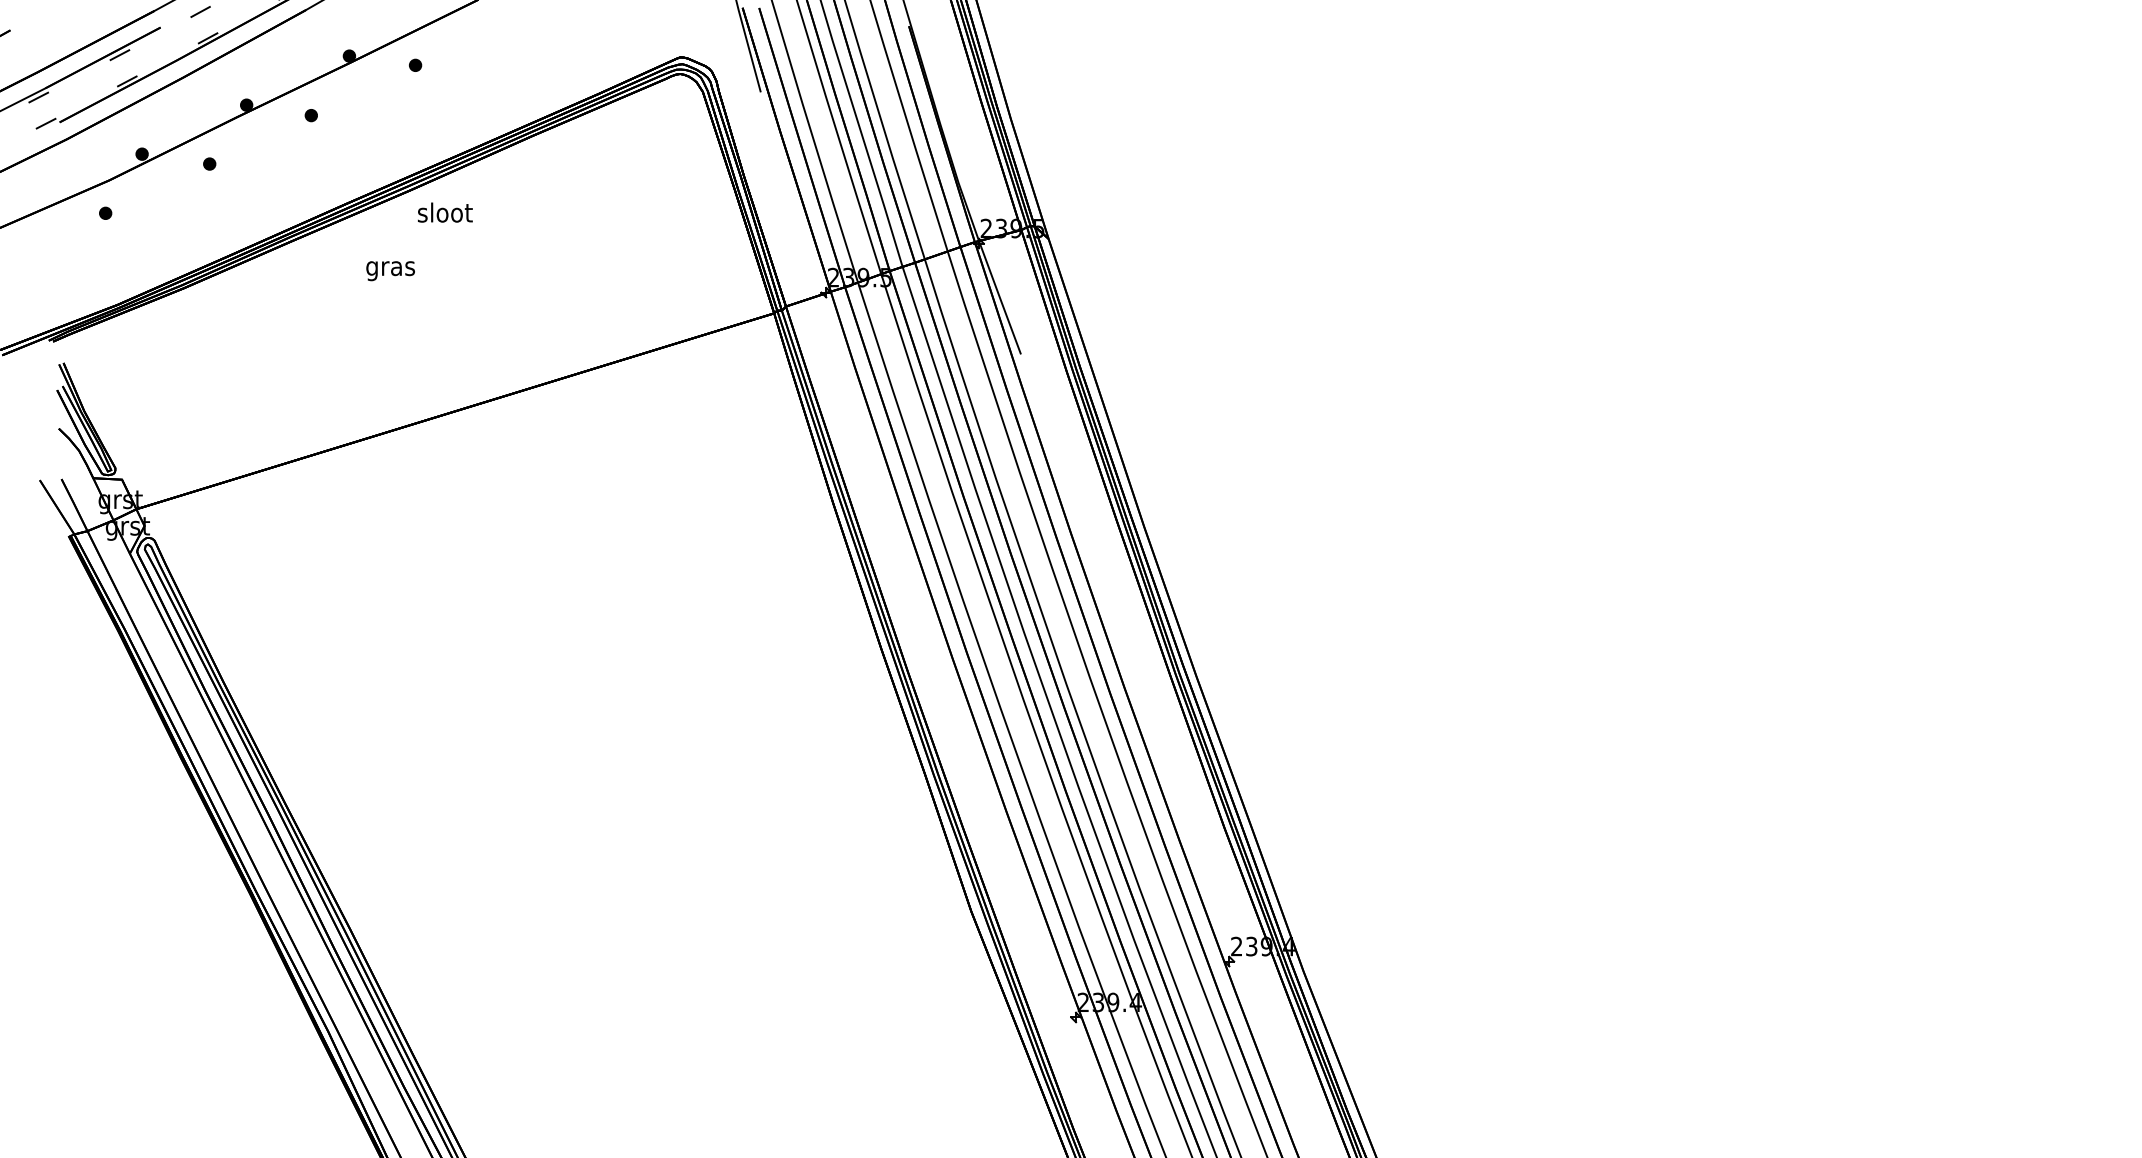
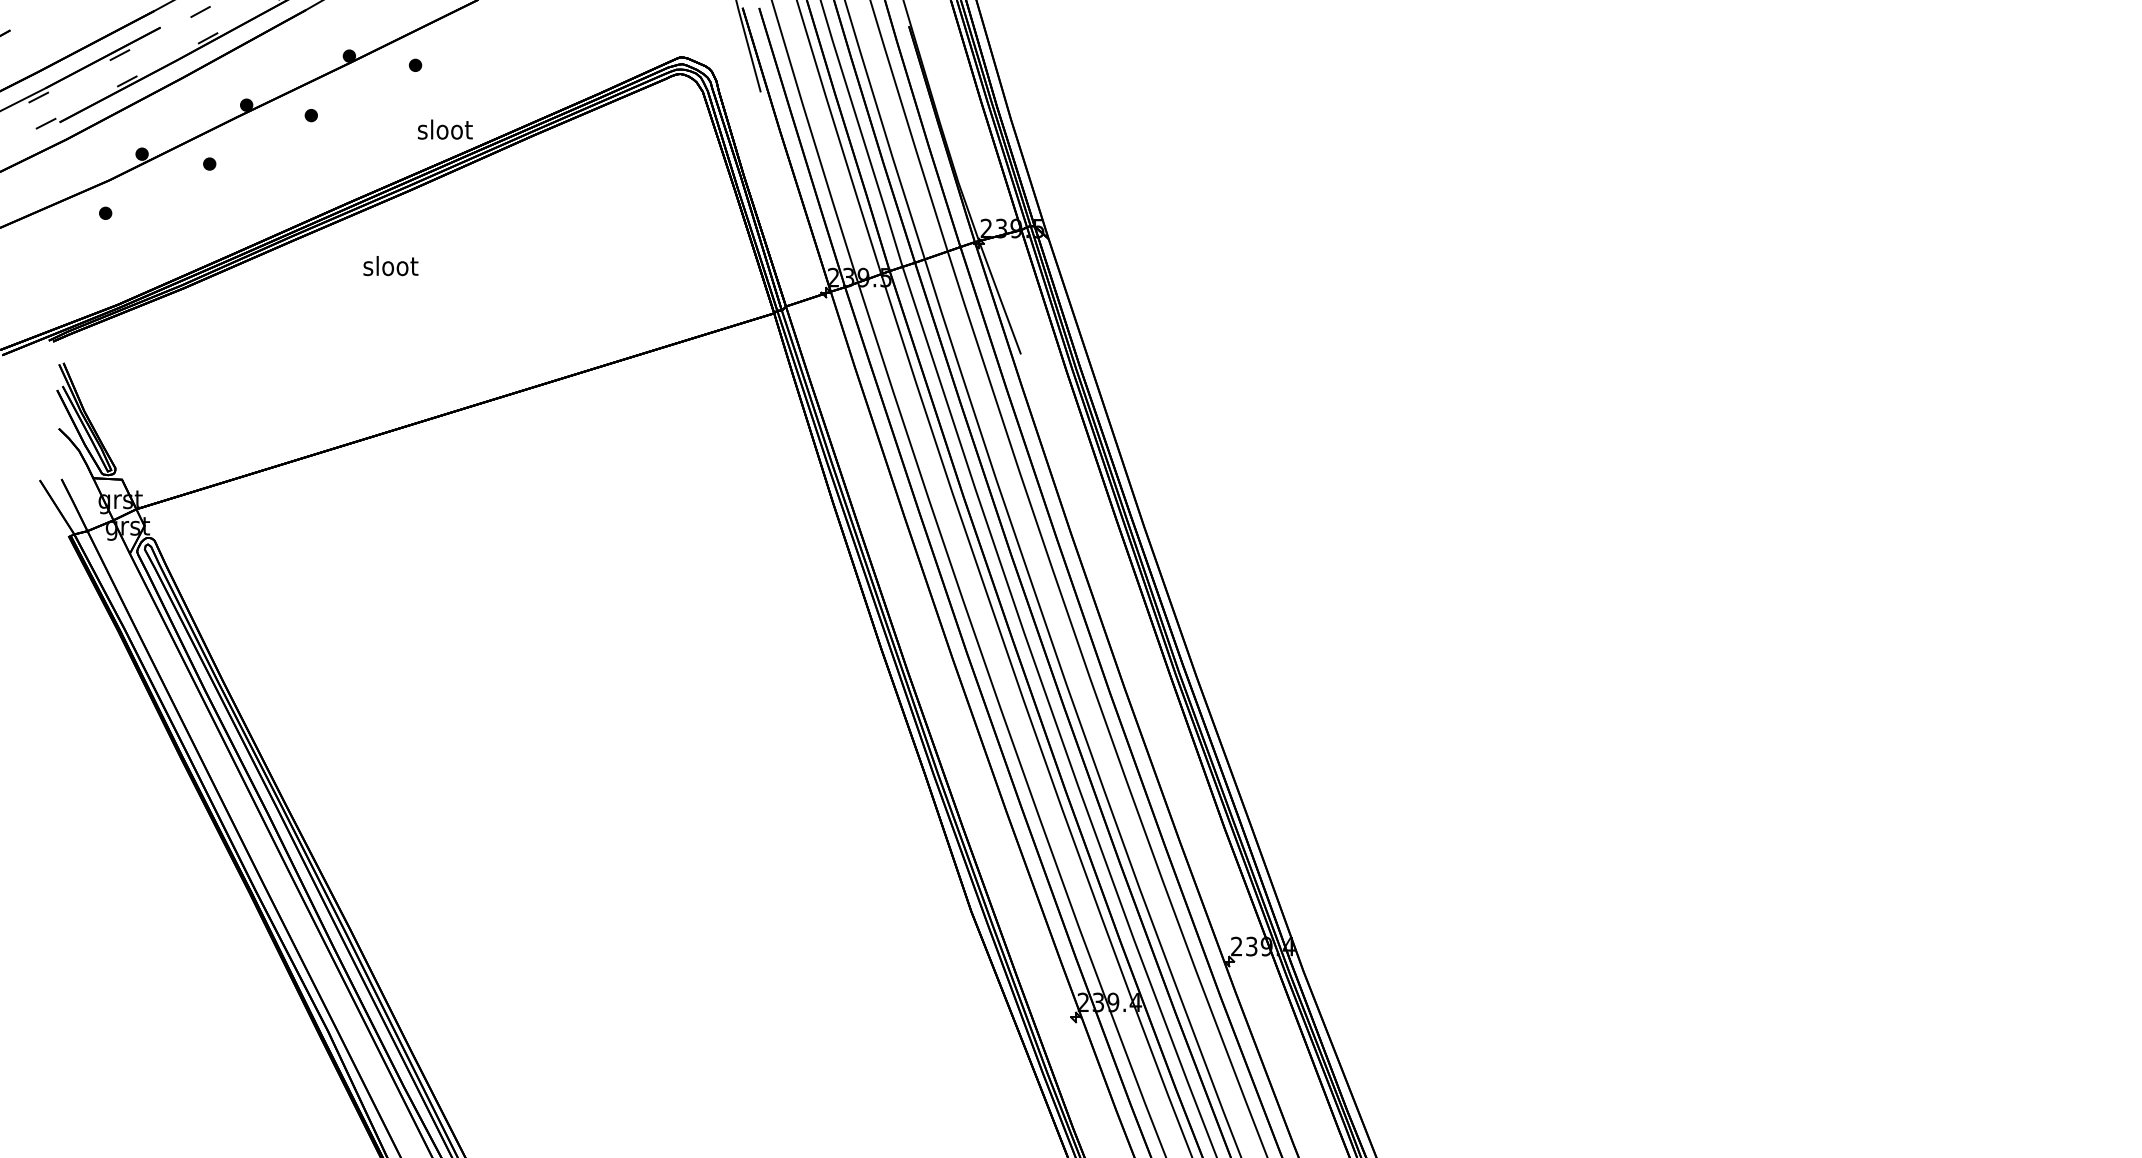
text at (445, 212) position: (445, 212) -> (445, 129)
text at (390, 268): gras -> sloot
